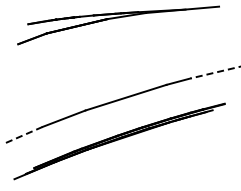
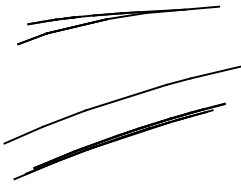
line at (215, 72): dashed -> solid
line at (23, 135): dashed -> solid
